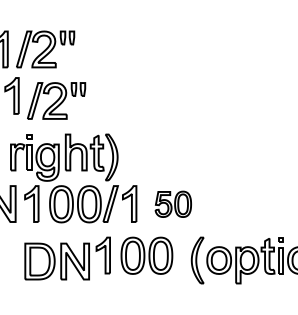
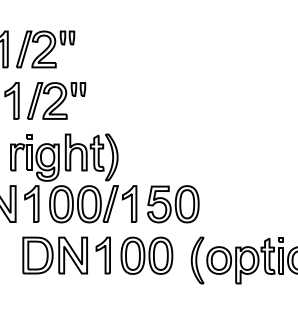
part at (11, 95) position: (11, 95) -> (11, 100)
part at (172, 203) size: 38x28 px -> 53x39 px
part at (56, 261) position: (56, 261) -> (54, 255)
